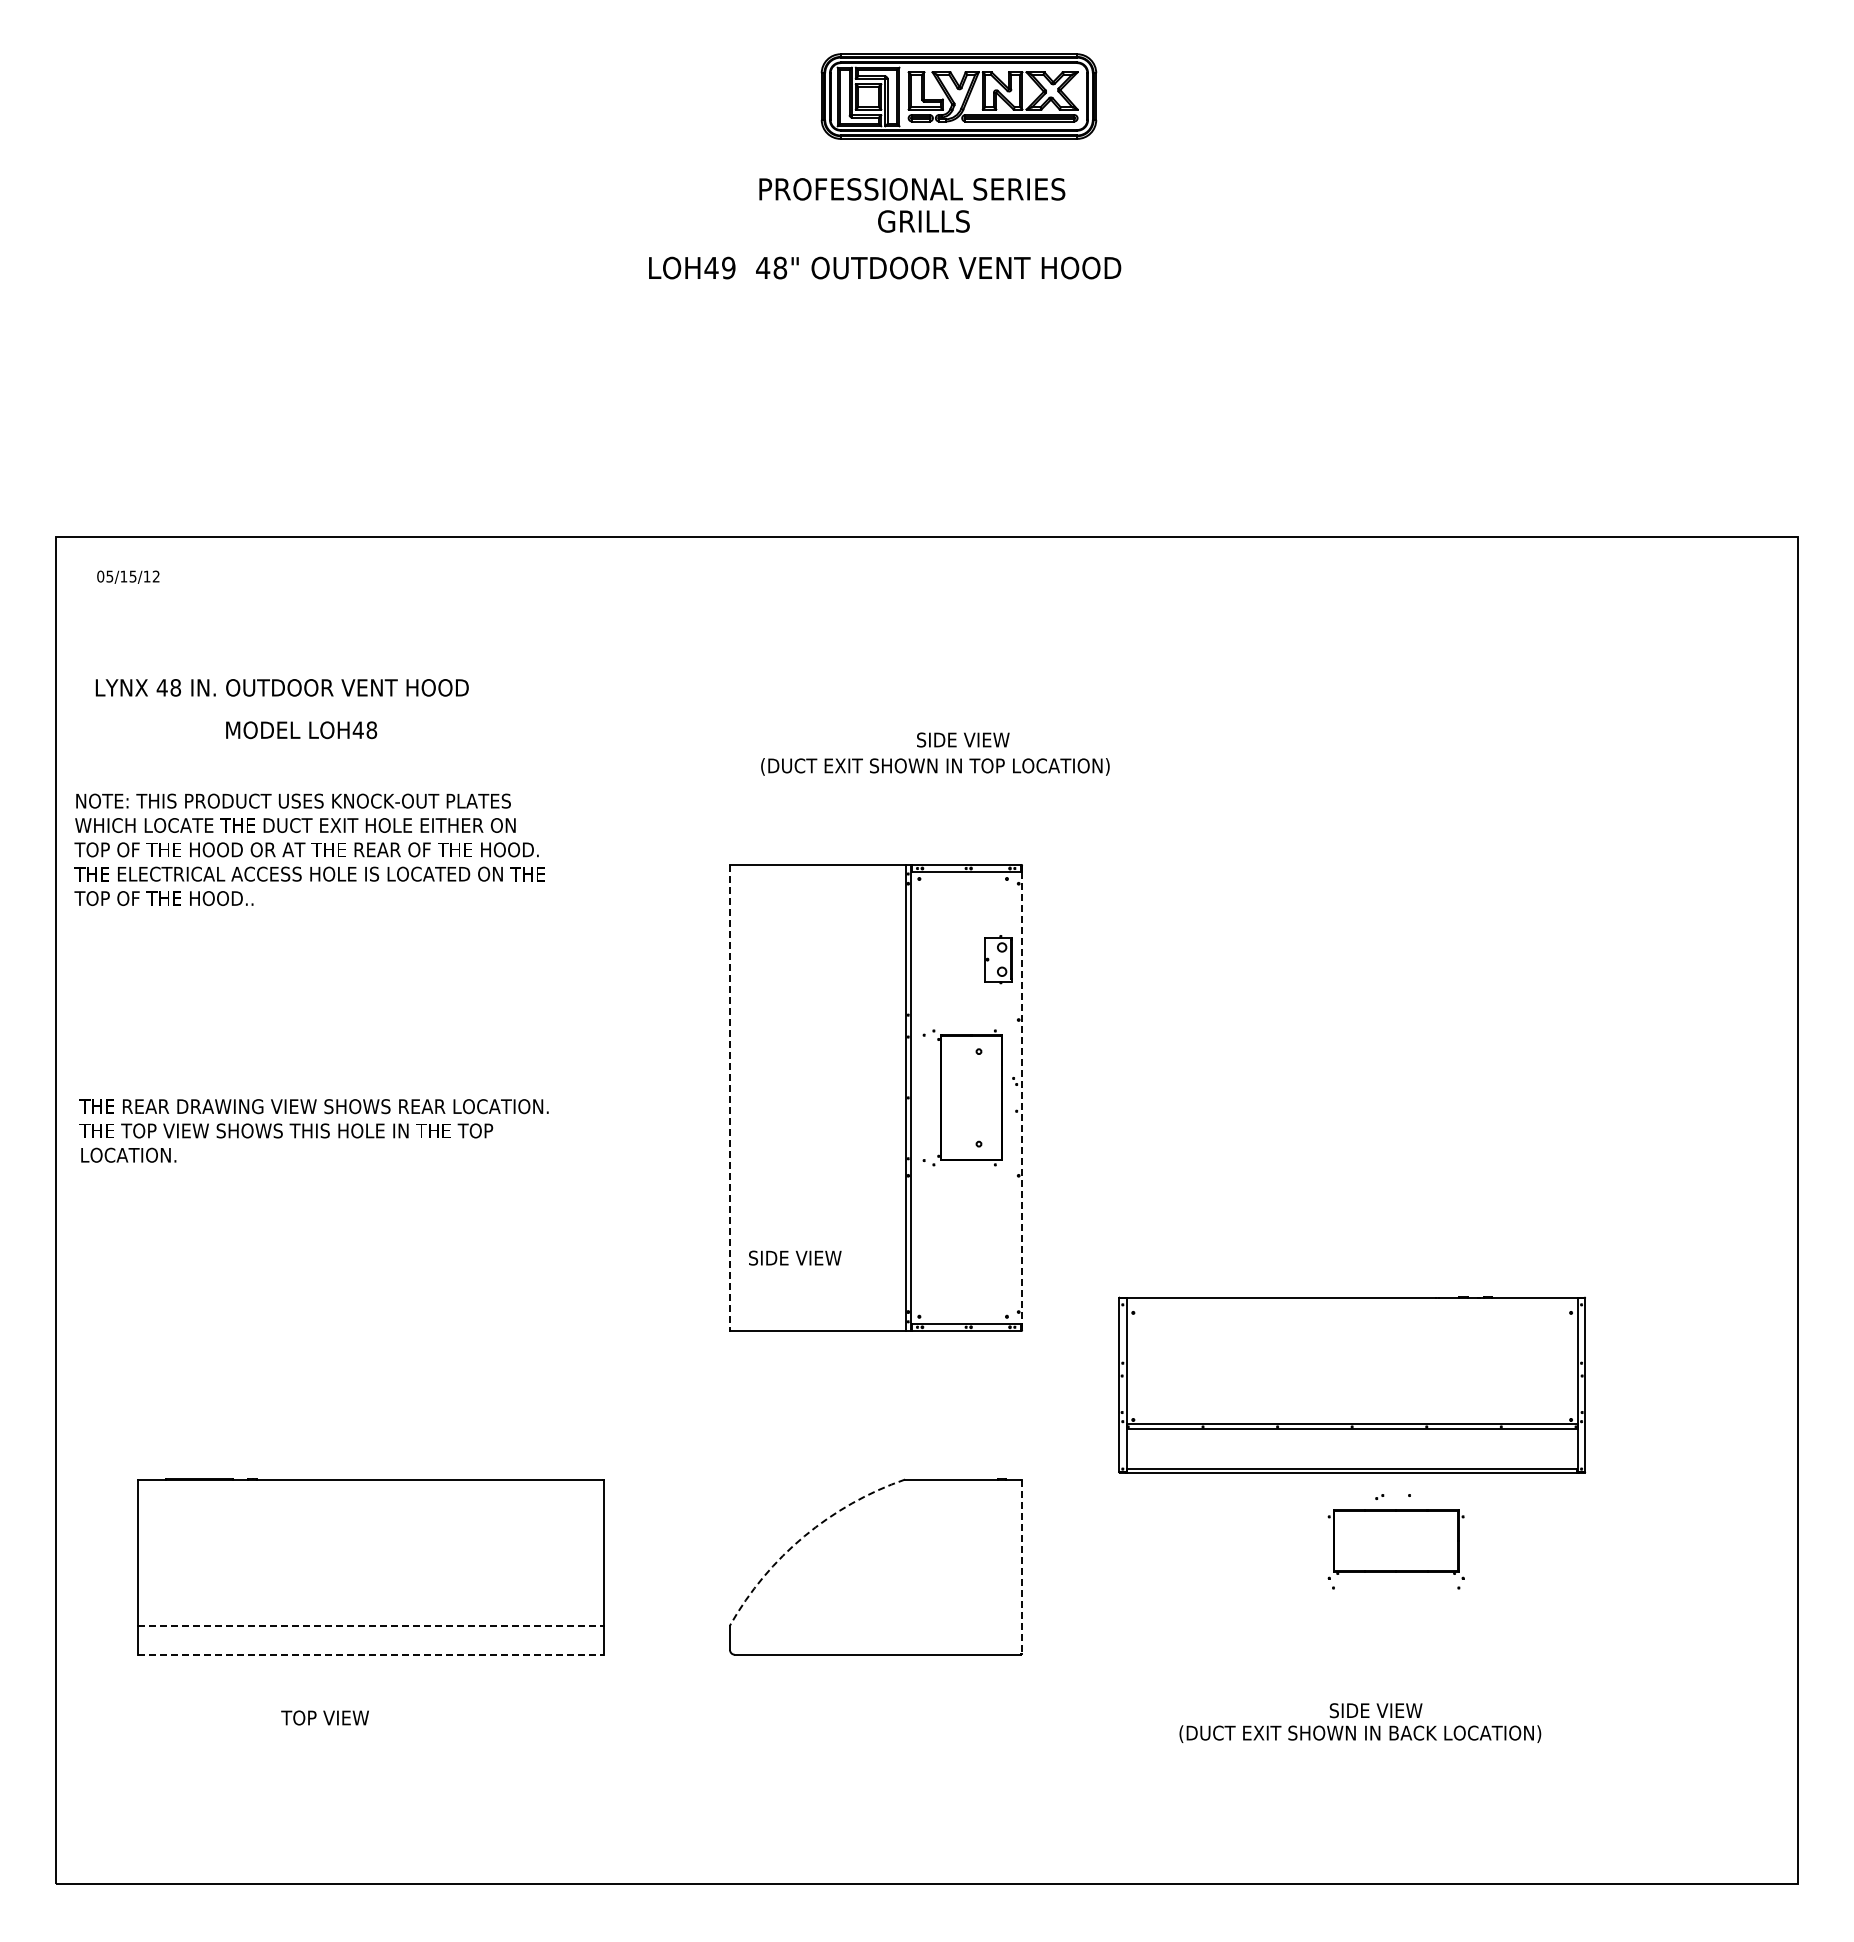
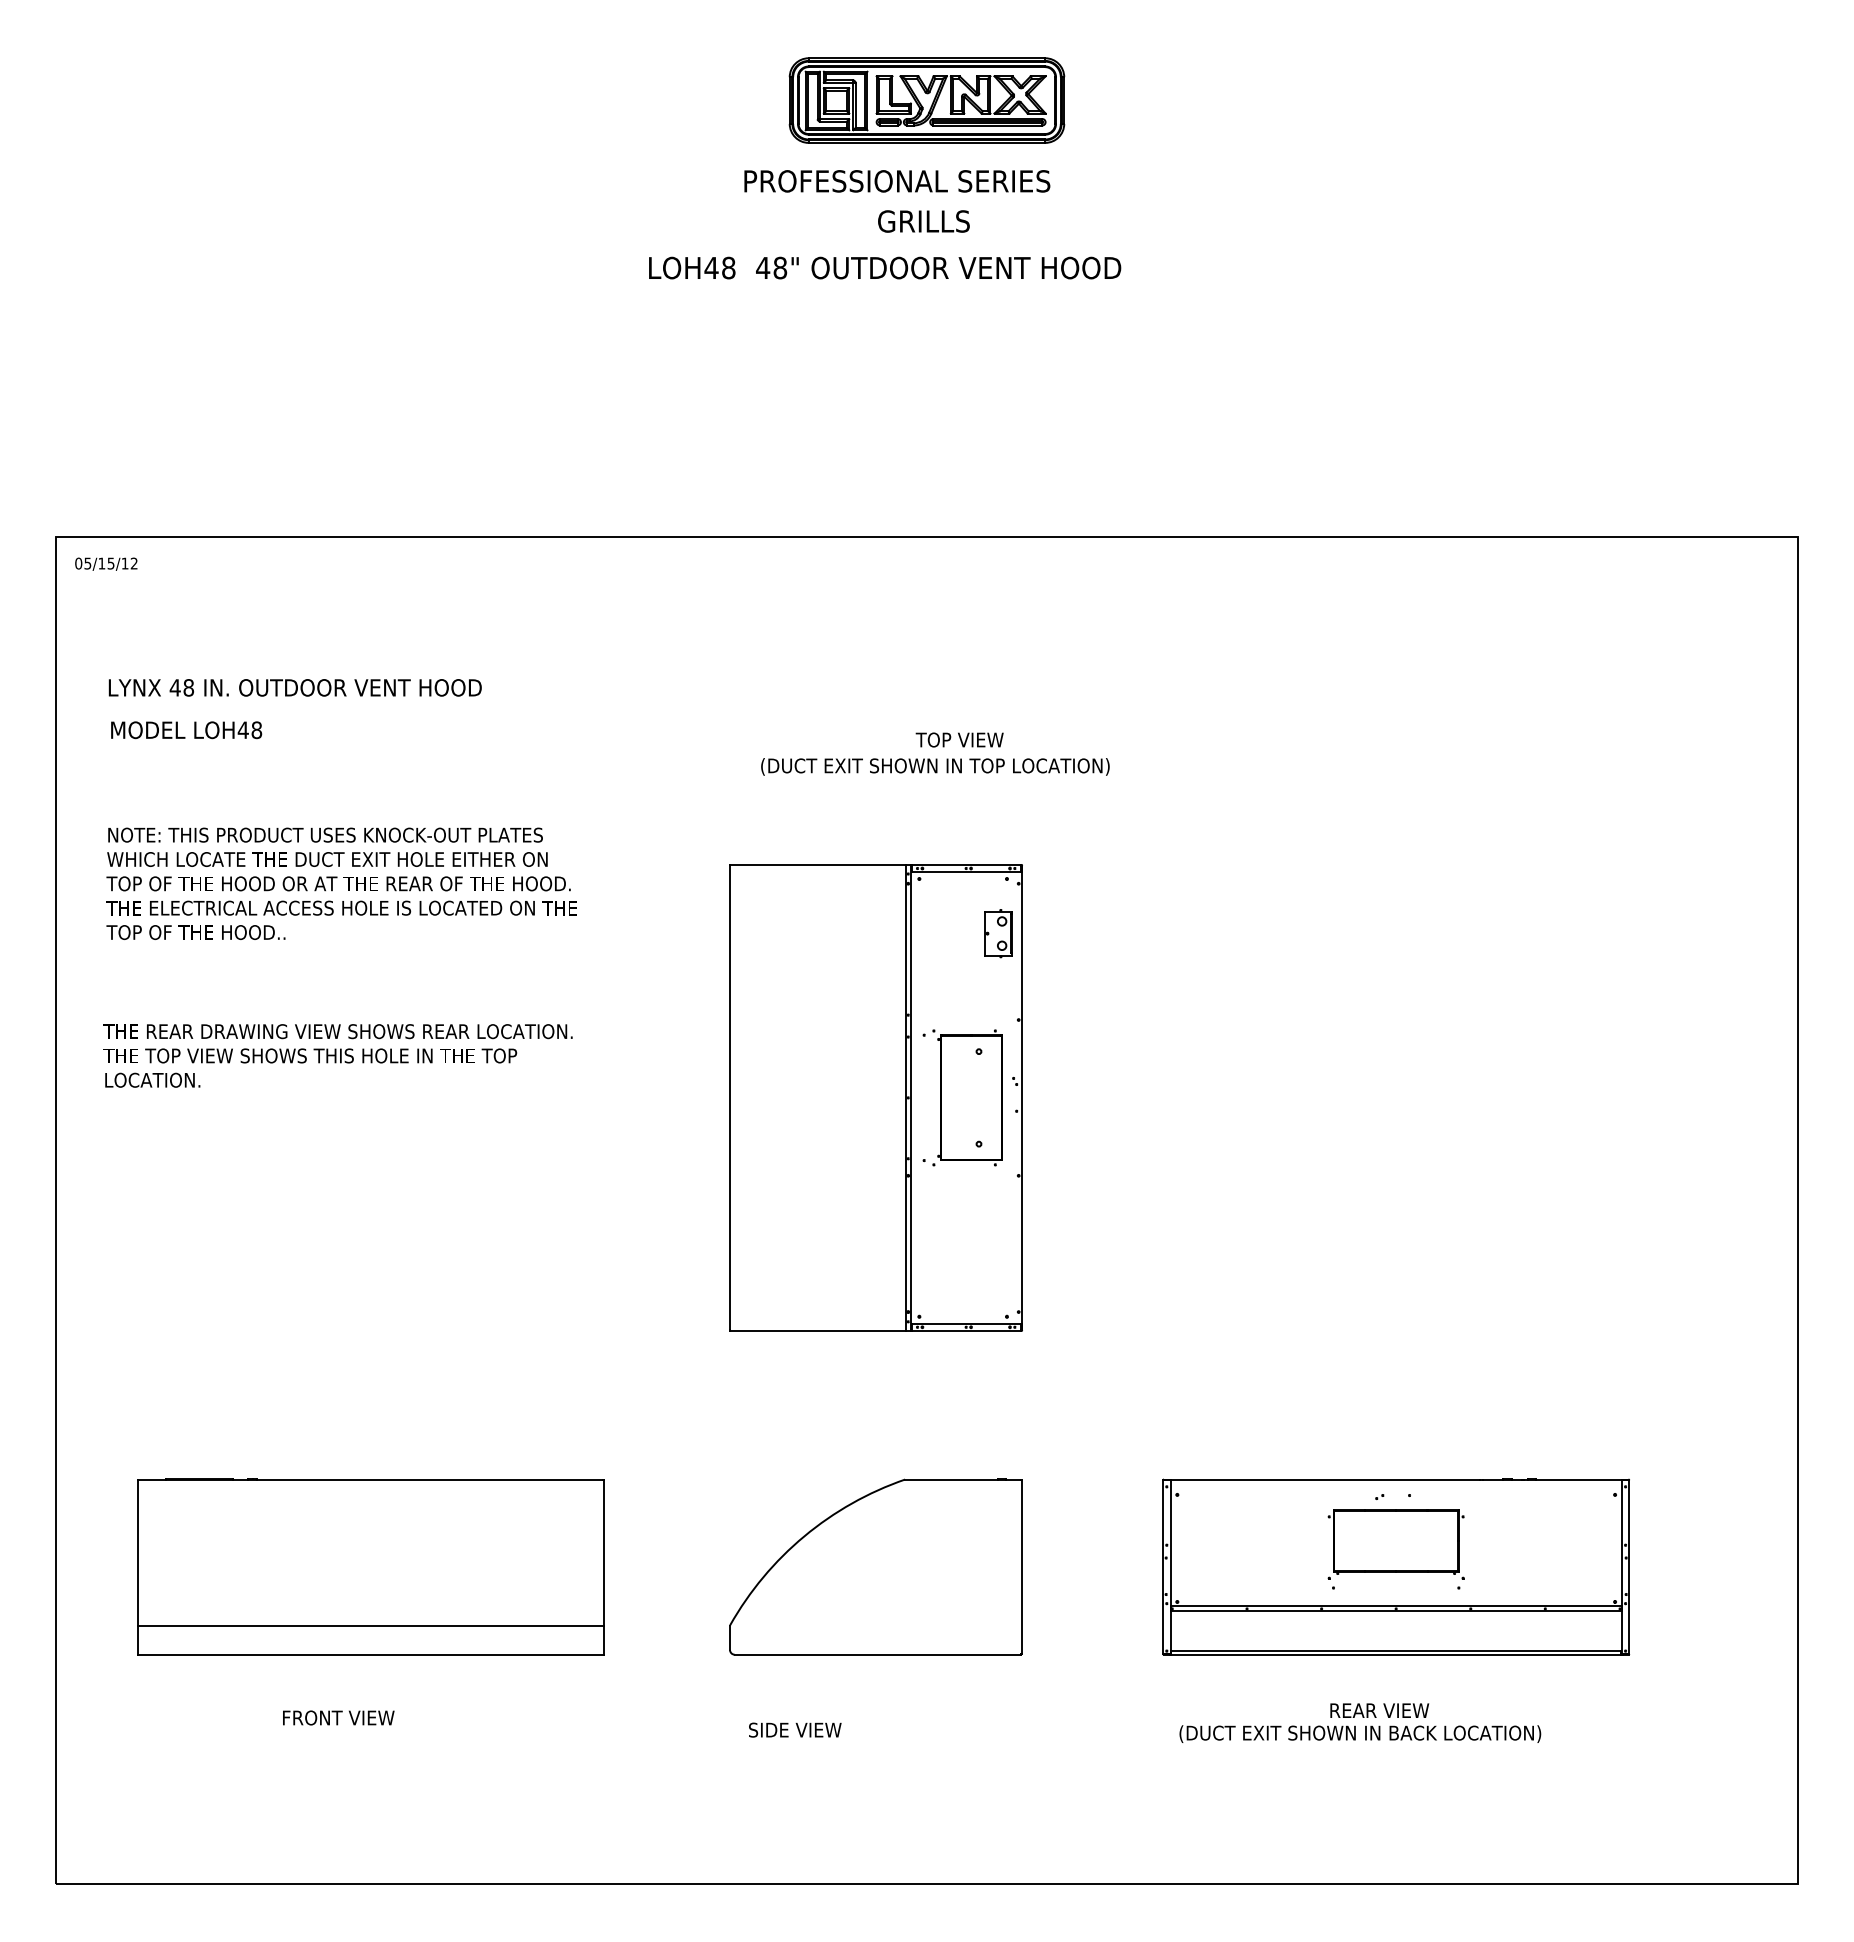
part at (958, 96) position: (958, 96) -> (926, 100)
text at (912, 189) position: (912, 189) -> (897, 181)
text at (728, 268): LOH49 -> LOH48
text at (128, 576) position: (128, 576) -> (106, 563)
text at (281, 687) position: (281, 687) -> (294, 687)
text at (301, 730) position: (301, 730) -> (186, 730)
text at (962, 739): SIDE VIEW -> TOP VIEW
text at (309, 849) position: (309, 849) -> (341, 883)
part at (998, 959) position: (998, 959) -> (998, 933)
line at (730, 1097): dashed -> solid
line at (1022, 1101): dashed -> solid
text at (313, 1130) position: (313, 1130) -> (337, 1055)
text at (795, 1257) position: (795, 1257) -> (795, 1729)
part at (1352, 1384) position: (1352, 1384) -> (1396, 1566)
arc at (804, 1536): dashed -> solid
line at (1022, 1567): dashed -> solid
line at (371, 1626): dashed -> solid
line at (371, 1654): dashed -> solid
text at (1379, 1710): SIDE VIEW -> REAR VIEW
text at (337, 1717): TOP VIEW -> FRONT VIEW
